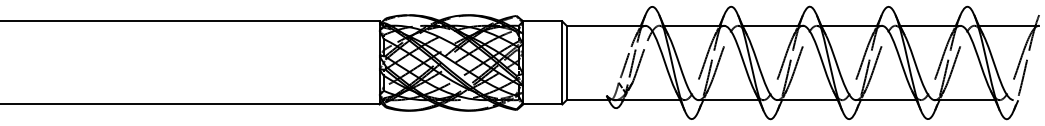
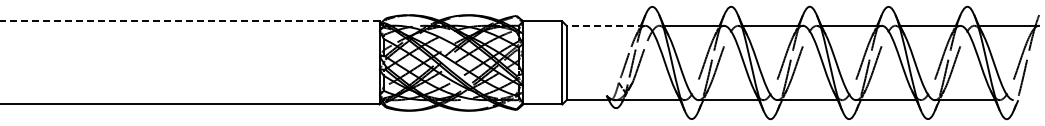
line at (189, 21): solid -> dashed
line at (605, 25): solid -> dashed
